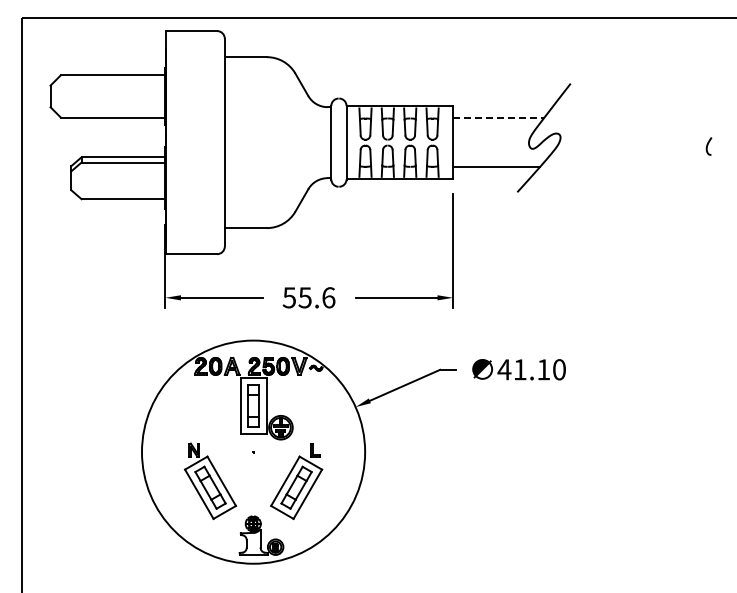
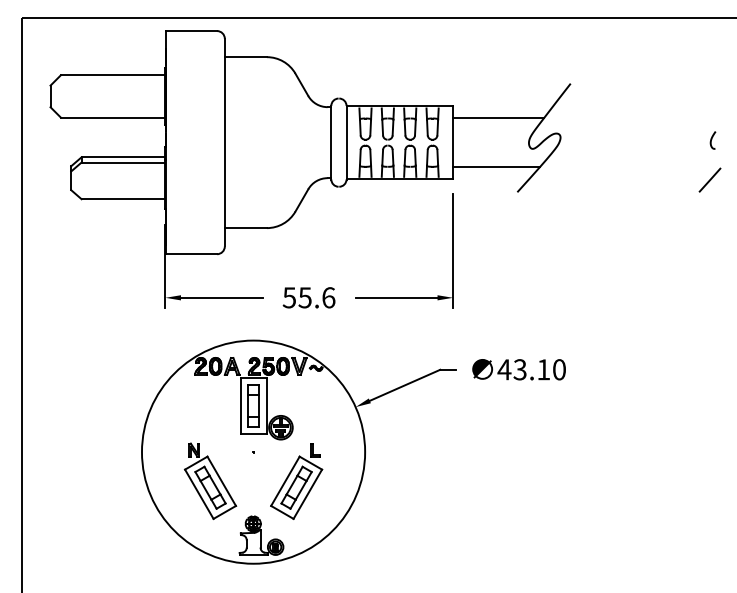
line at (499, 118): dashed -> solid
curve at (708, 145) position: (708, 145) -> (712, 139)
line at (709, 179): none -> present
text at (519, 369): 41.10 -> 43.10
